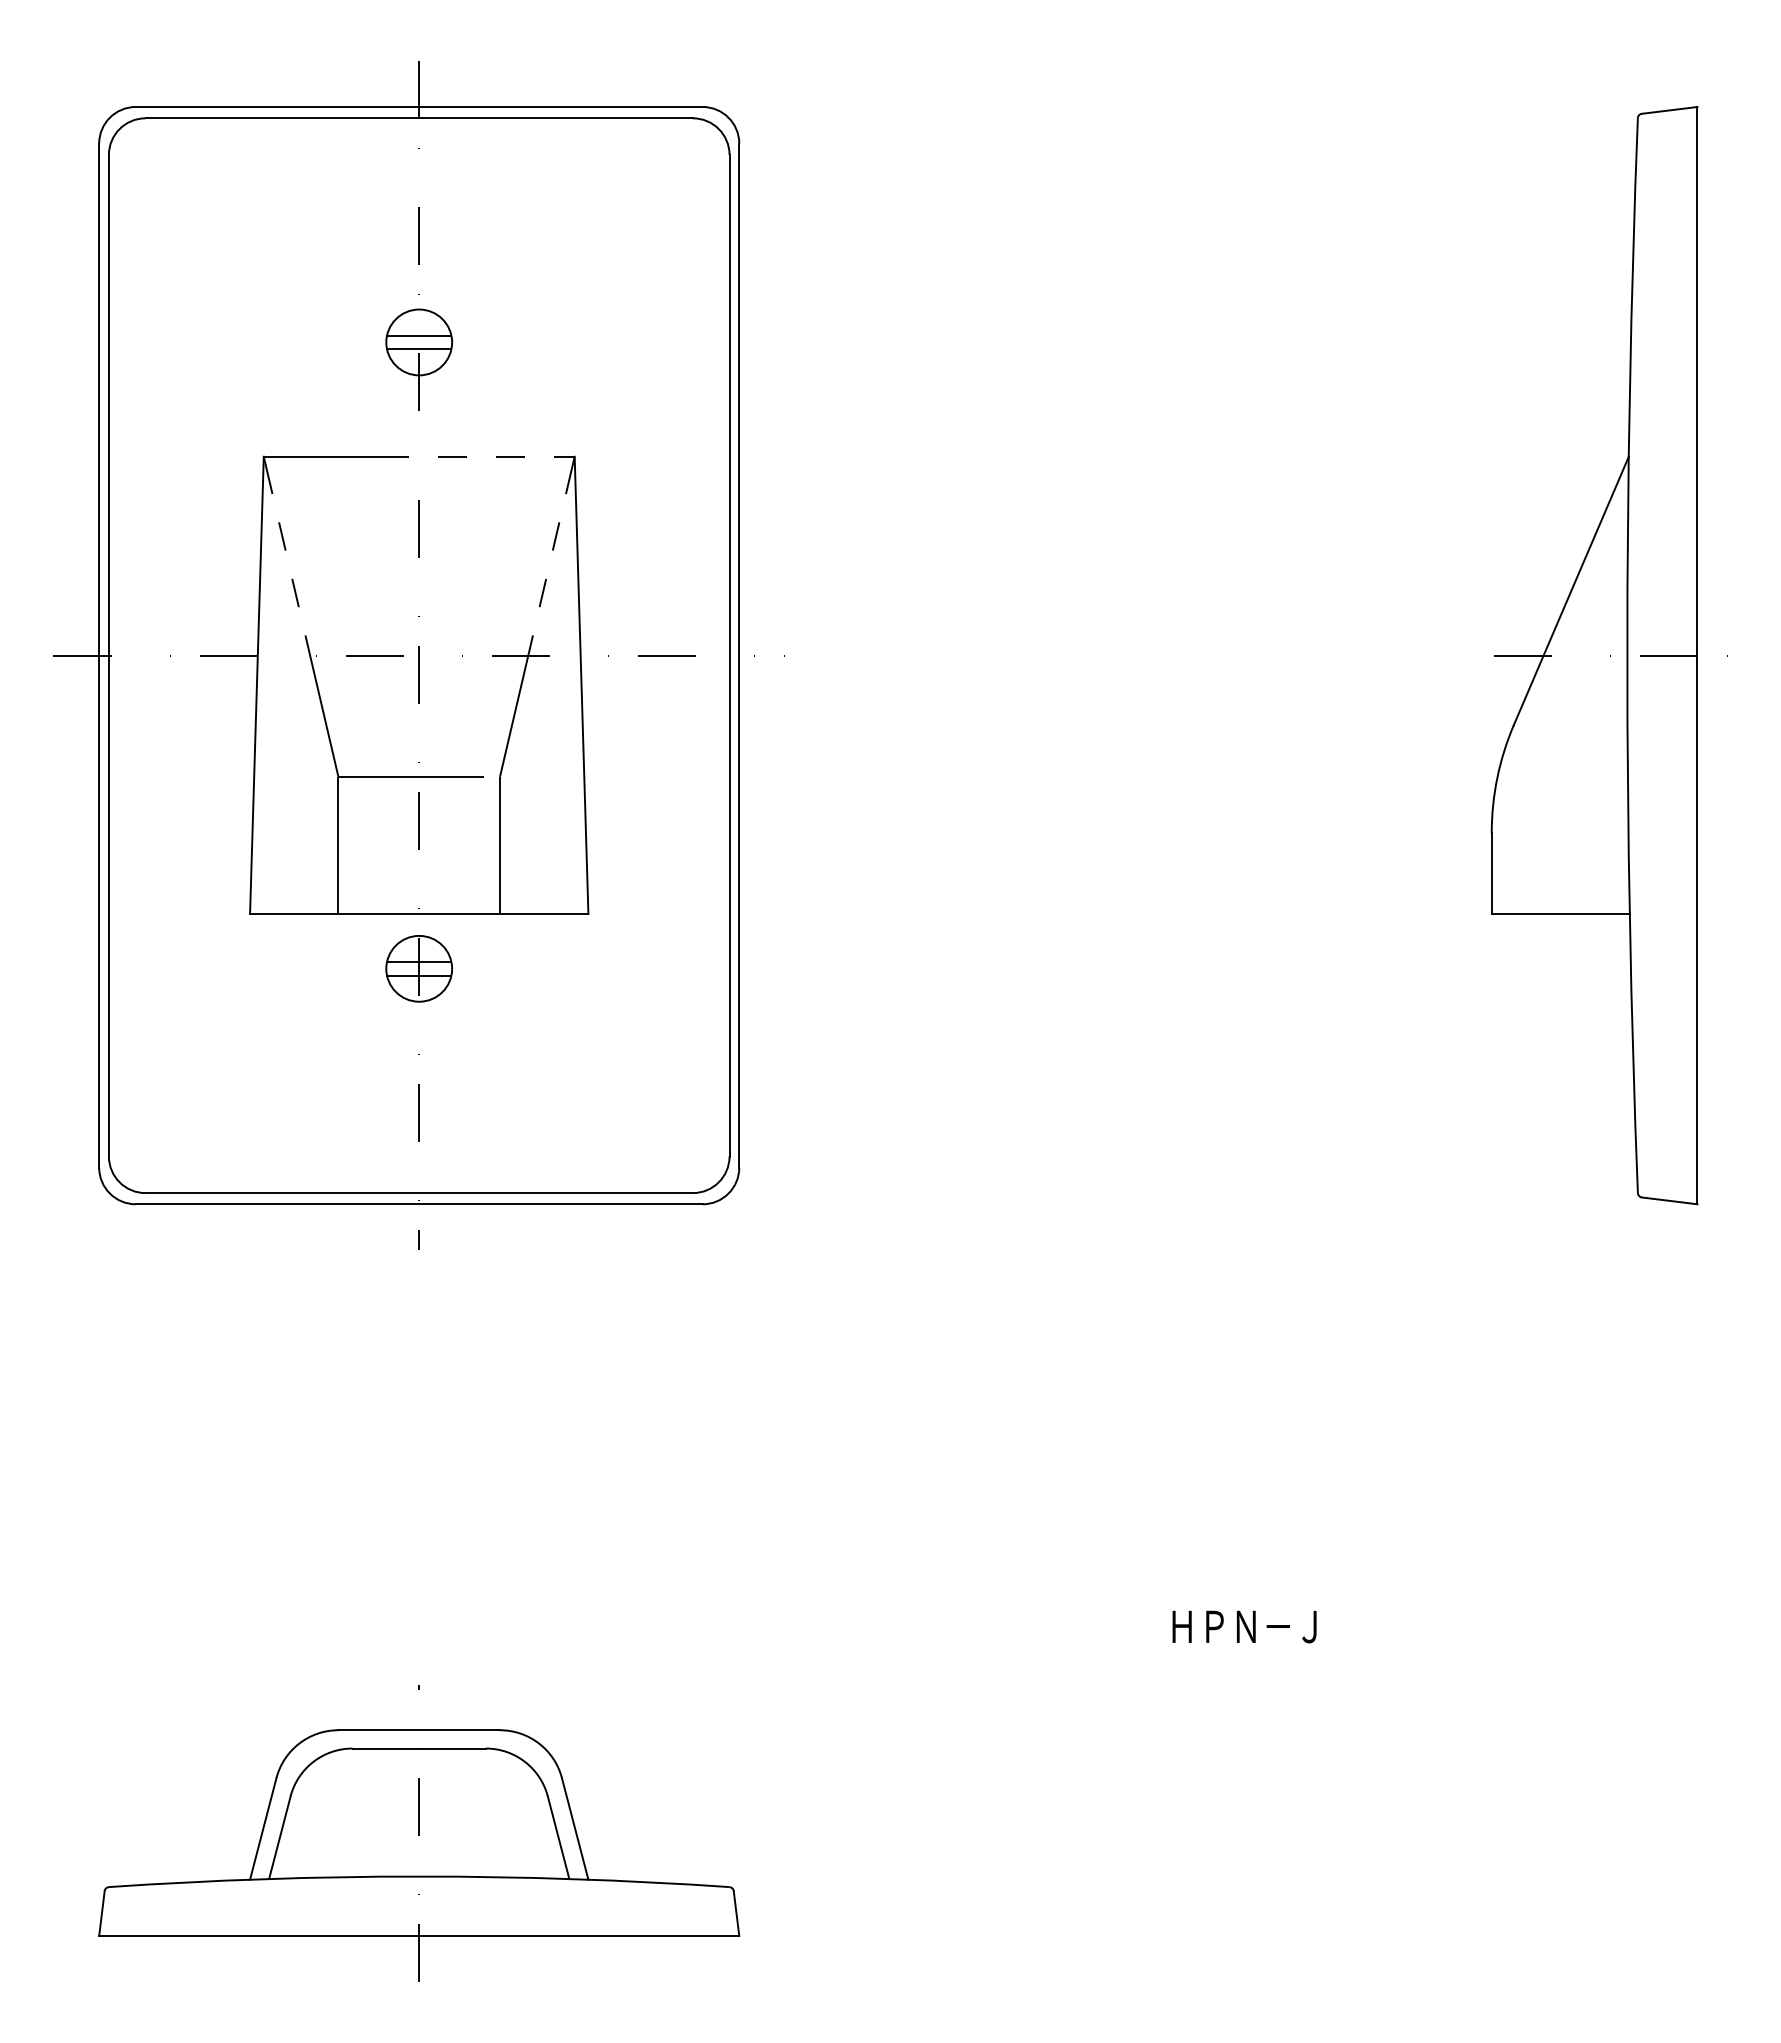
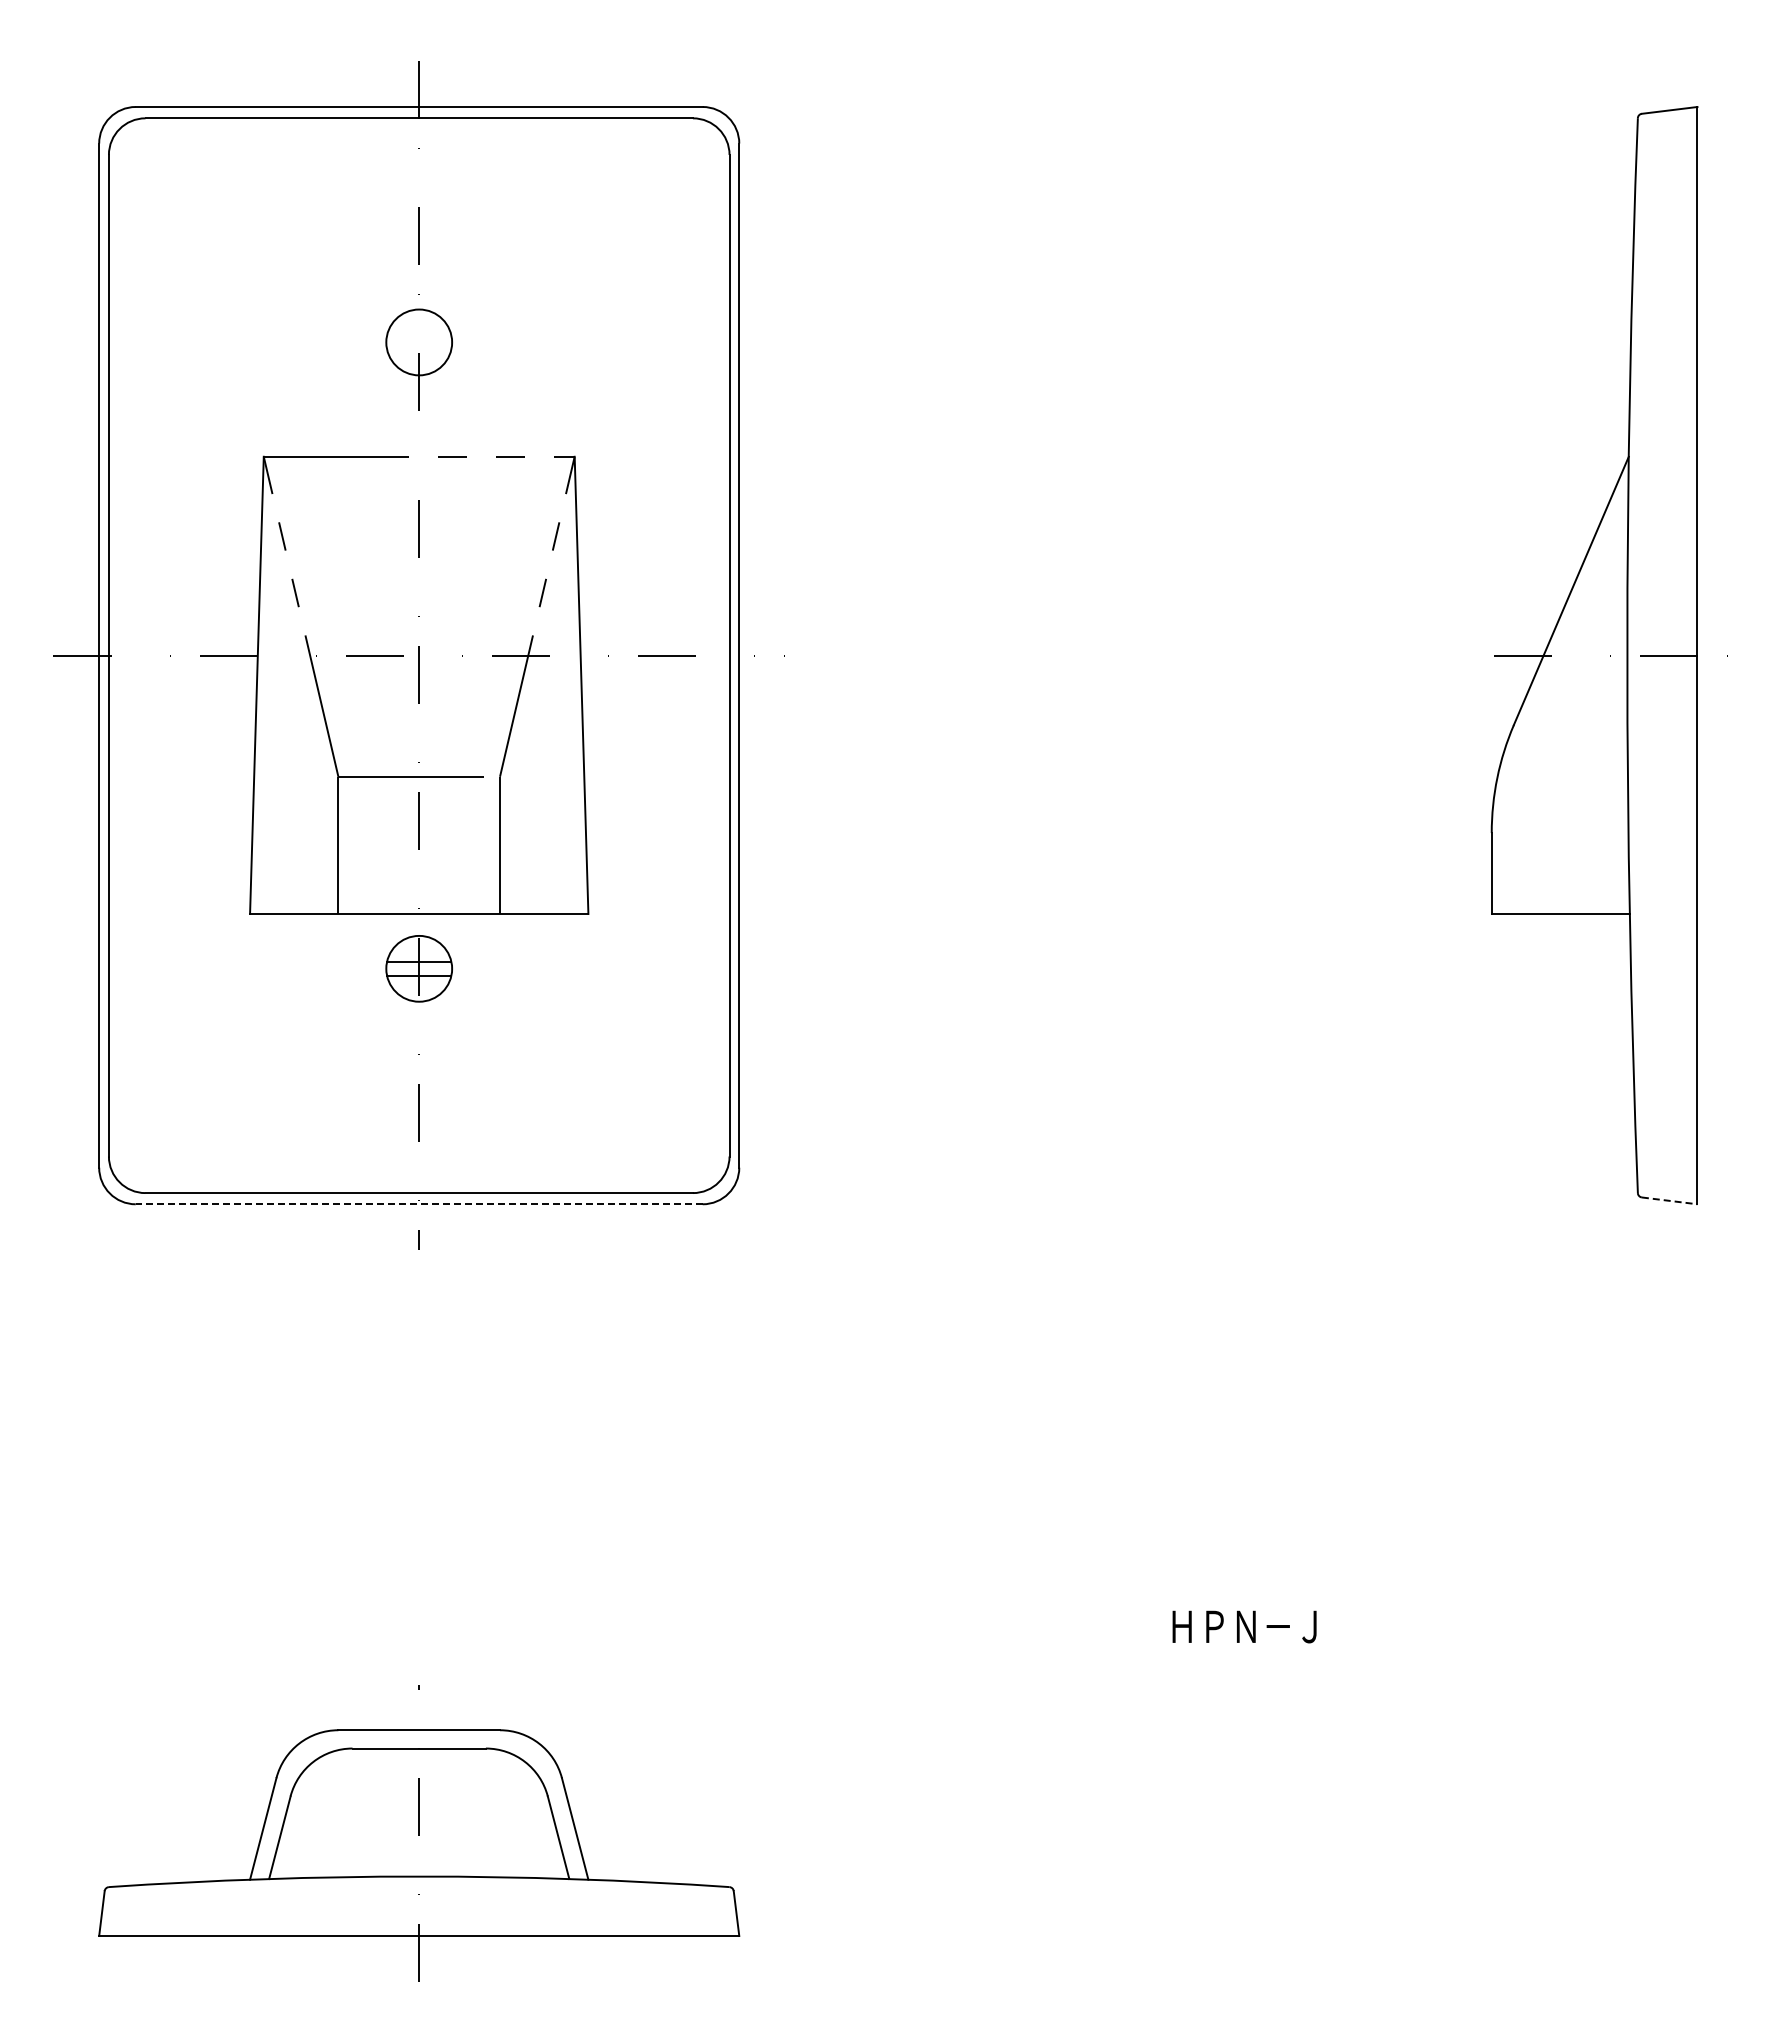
line at (419, 335): present -> none
line at (419, 349): present -> none
line at (1670, 1200): solid -> dashed
line at (418, 1204): solid -> dashed
